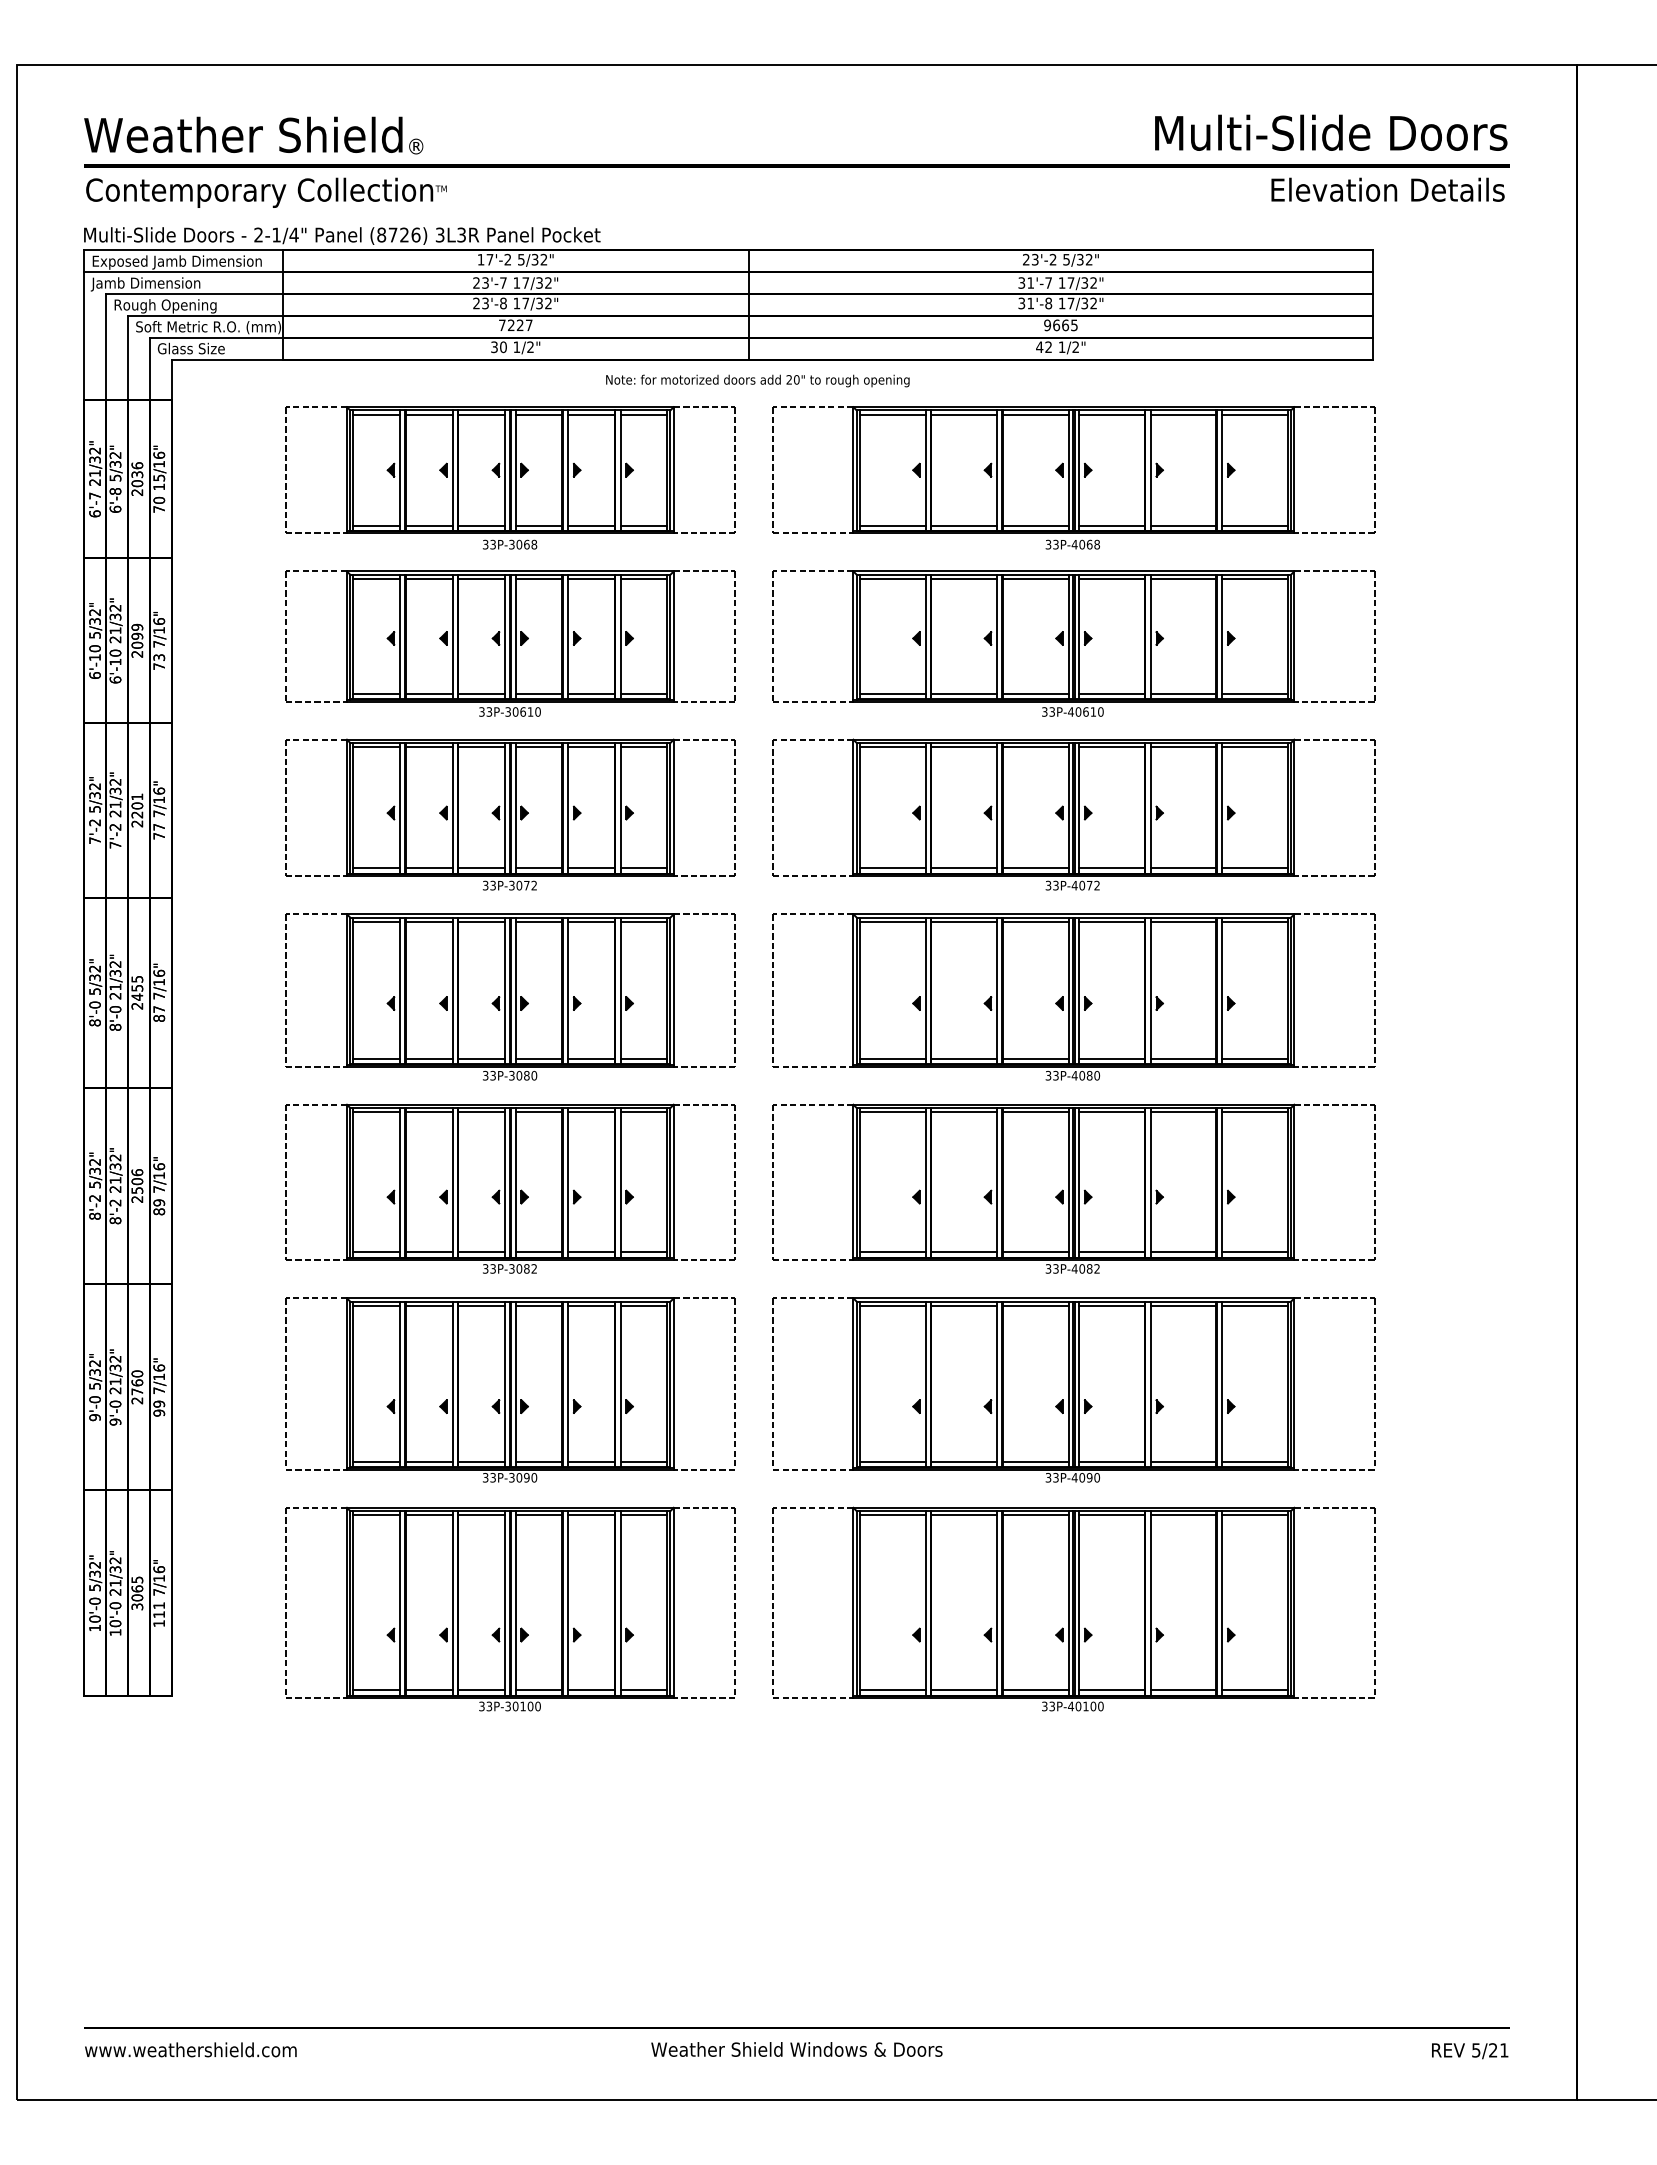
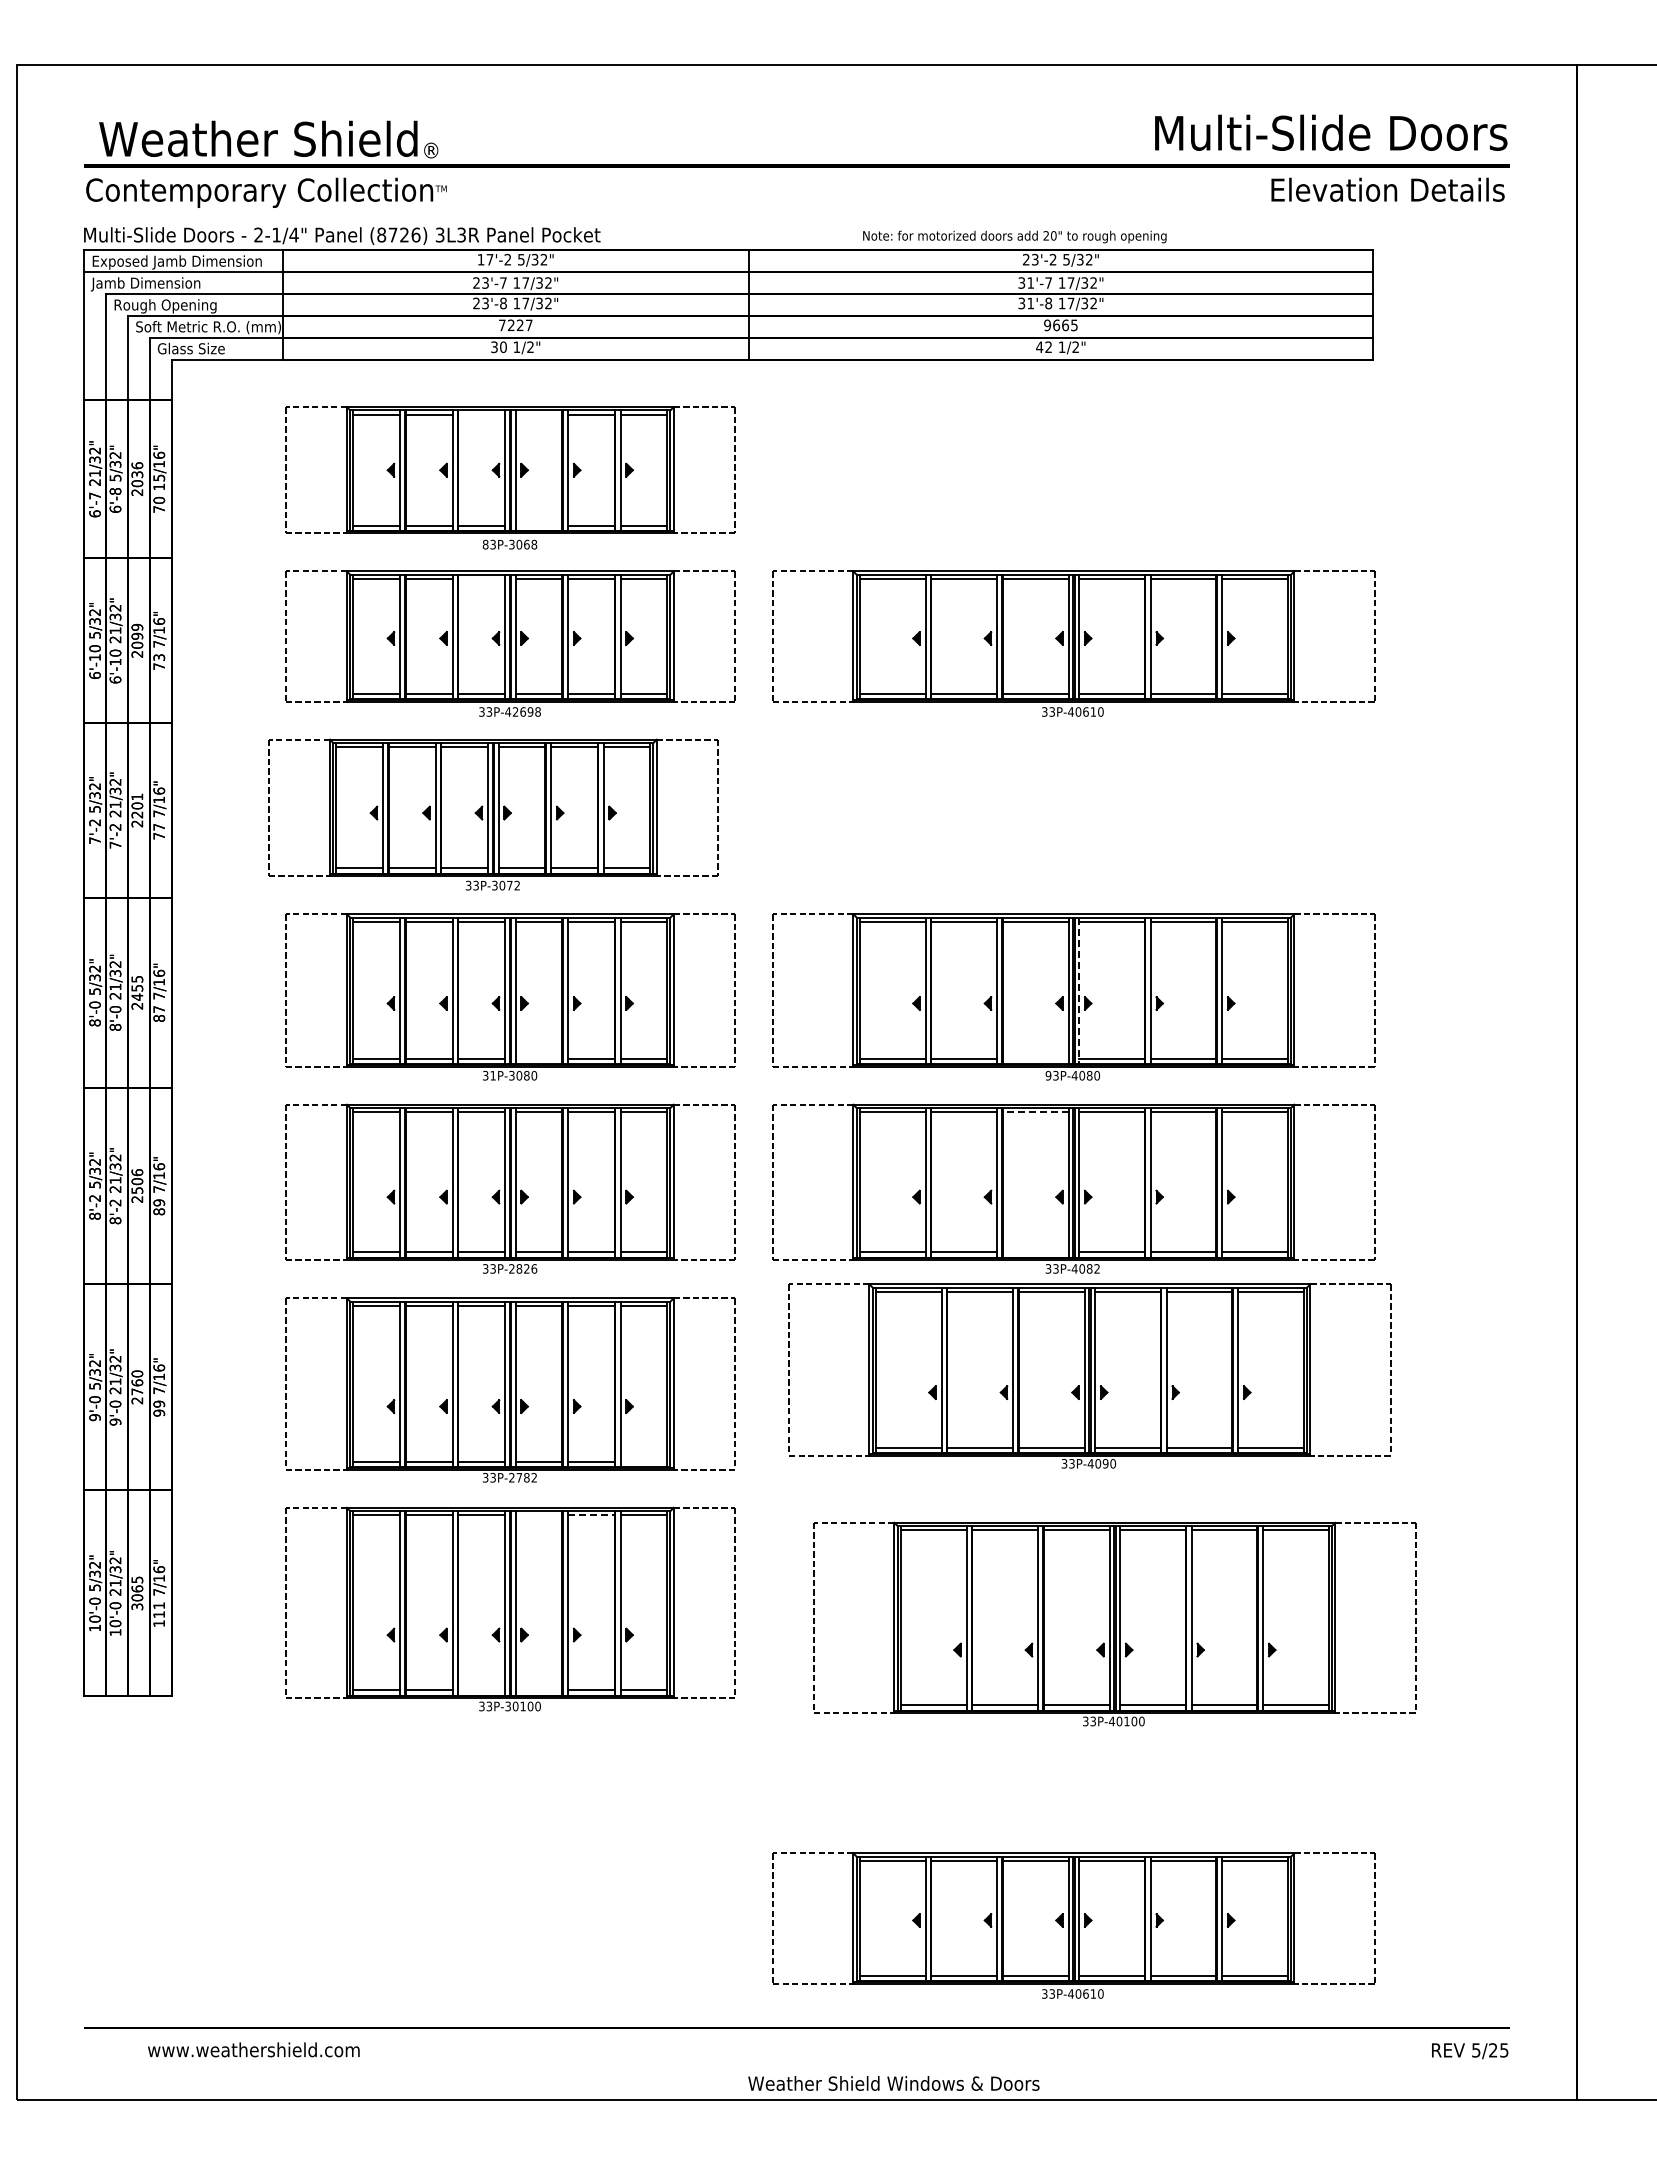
text at (253, 135) position: (253, 135) -> (268, 139)
text at (757, 380) position: (757, 380) -> (1014, 236)
line at (481, 414): present -> none
line at (538, 414): present -> none
part at (1073, 477): present -> none
line at (538, 525): present -> none
text at (485, 544): 33P-3068 -> 83P-3068
line at (481, 578): present -> none
text at (522, 711): 33P-30610 -> 33P-42698
part at (510, 814) position: (510, 814) -> (493, 814)
part at (1073, 814): present -> none
line at (1079, 991): solid -> dashed
line at (538, 1058): present -> none
line at (1035, 1058): present -> none
text at (492, 1075): 33P-3080 -> 31P-3080
text at (1048, 1075): 33P-4080 -> 93P-4080
line at (1035, 1112): solid -> dashed
line at (1035, 1252): present -> none
text at (523, 1268): 33P-3082 -> 33P-2826
part at (1073, 1389) position: (1073, 1389) -> (1089, 1375)
line at (643, 1461): present -> none
text at (523, 1477): 33P-3090 -> 33P-2782
line at (538, 1515): present -> none
line at (591, 1515): solid -> dashed
part at (1073, 1608) position: (1073, 1608) -> (1114, 1623)
line at (481, 1690): present -> none
line at (538, 1690): present -> none
part at (1073, 1925): none -> present
text at (190, 2049) position: (190, 2049) -> (253, 2049)
text at (796, 2049) position: (796, 2049) -> (893, 2083)
text at (1504, 2050): 5/21 -> 5/25
